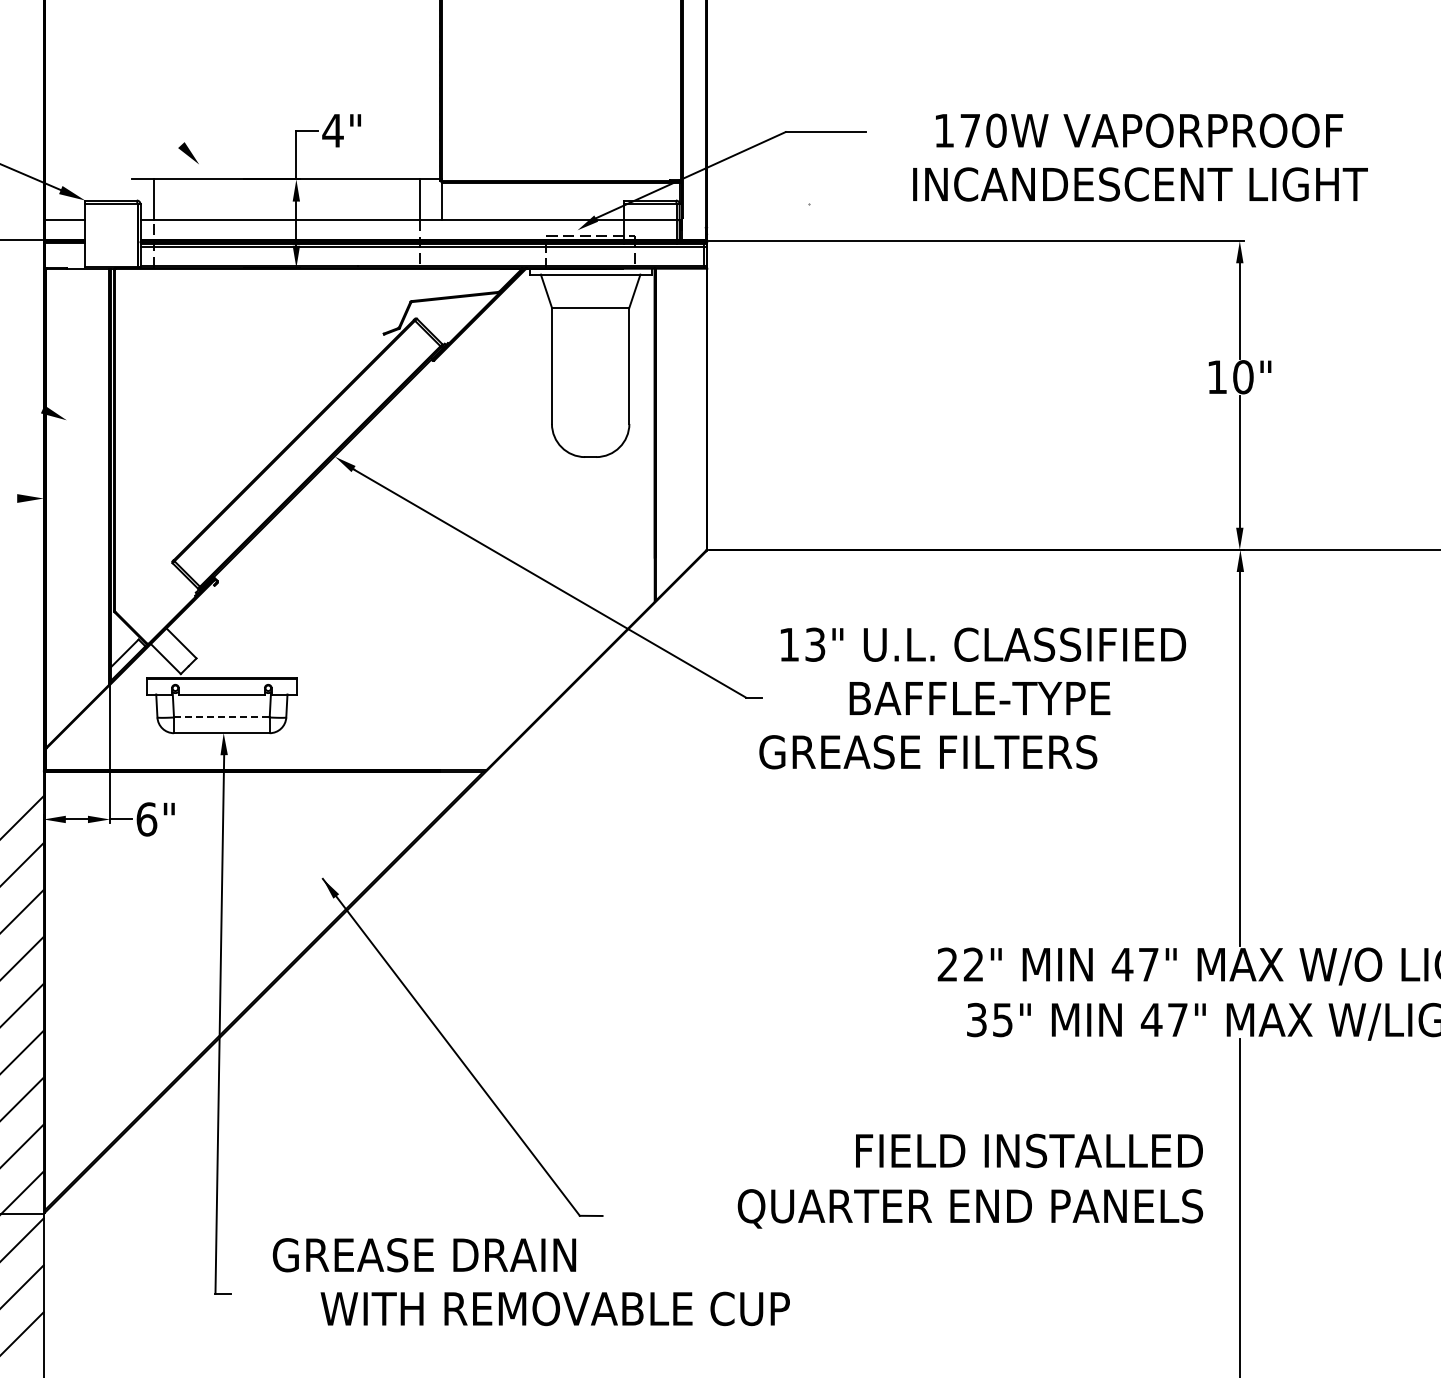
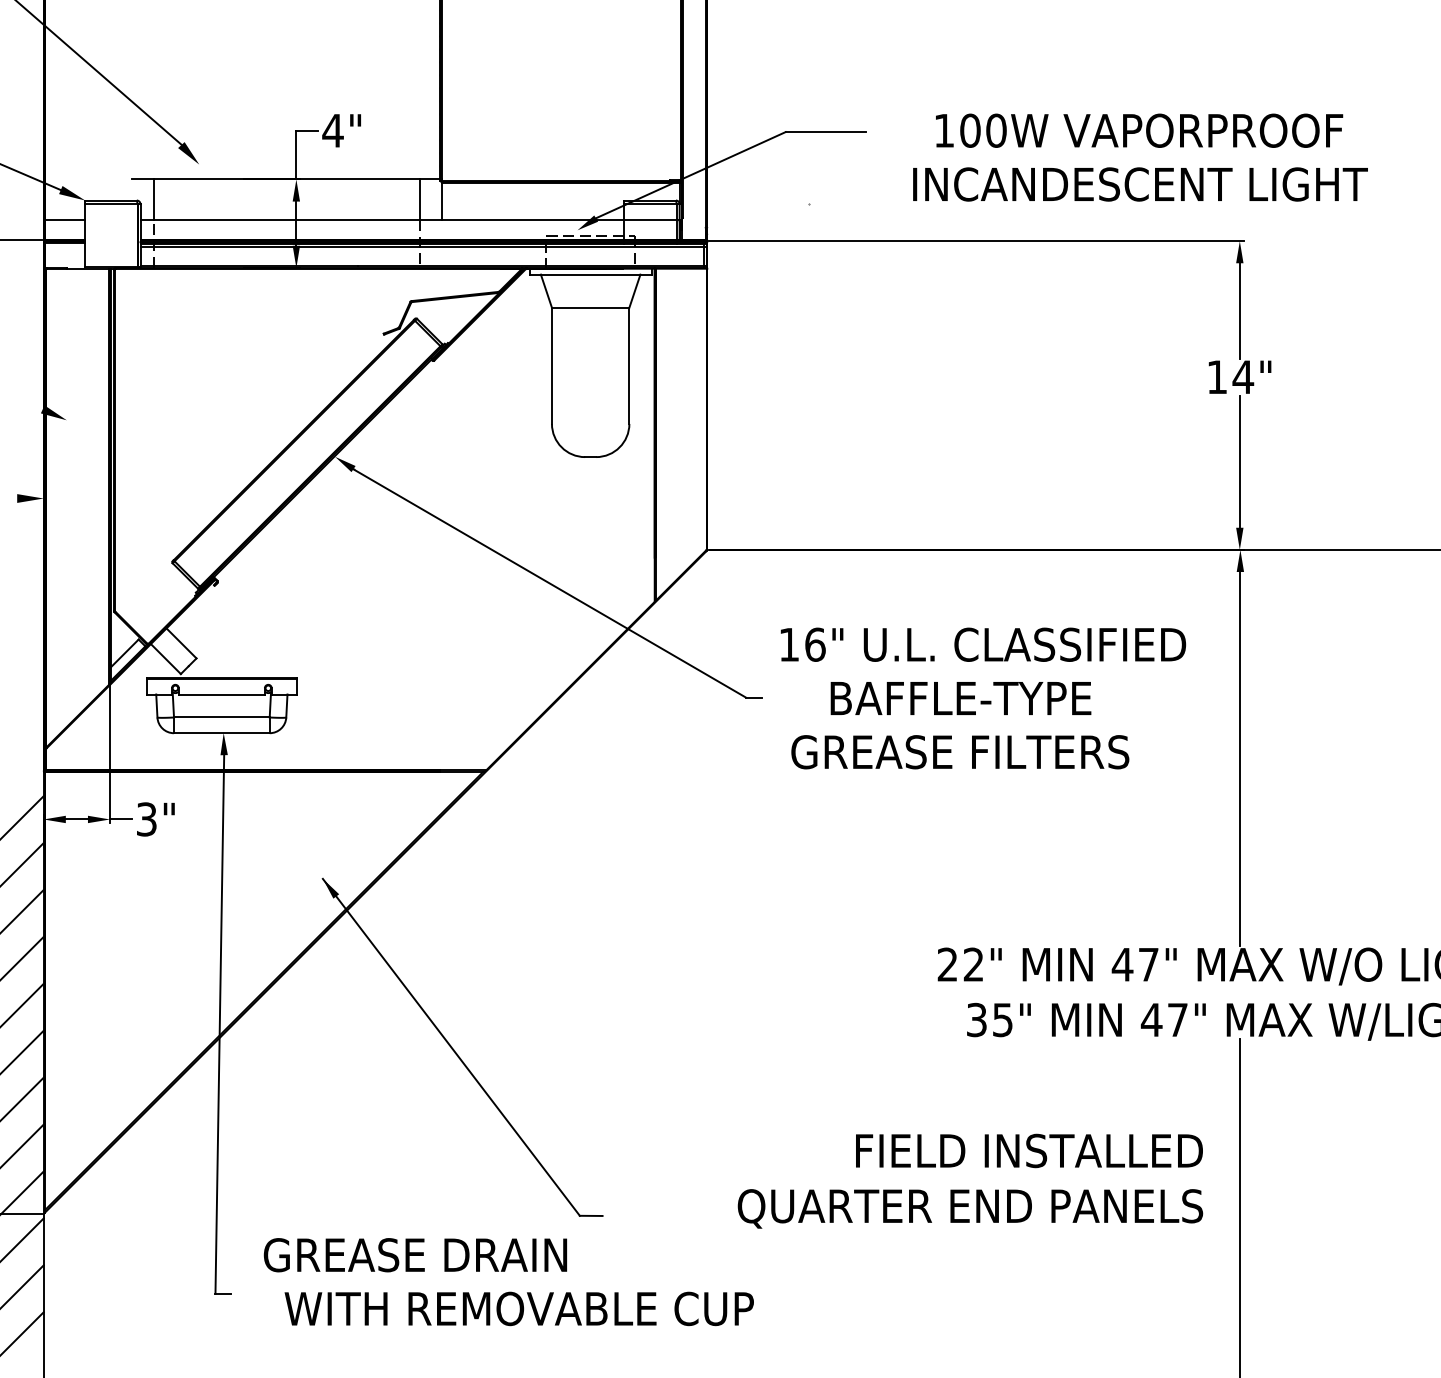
line at (99, 73): none -> present
text at (970, 130): 170W -> 100W
text at (1243, 377): 10" -> 14"
text at (815, 644): 13" -> 16"
text at (979, 698) position: (979, 698) -> (960, 698)
line at (221, 717): dashed -> solid
text at (928, 752) position: (928, 752) -> (960, 752)
text at (146, 819): 6" -> 3"
text at (423, 1255) position: (423, 1255) -> (414, 1255)
text at (554, 1308) position: (554, 1308) -> (518, 1308)
